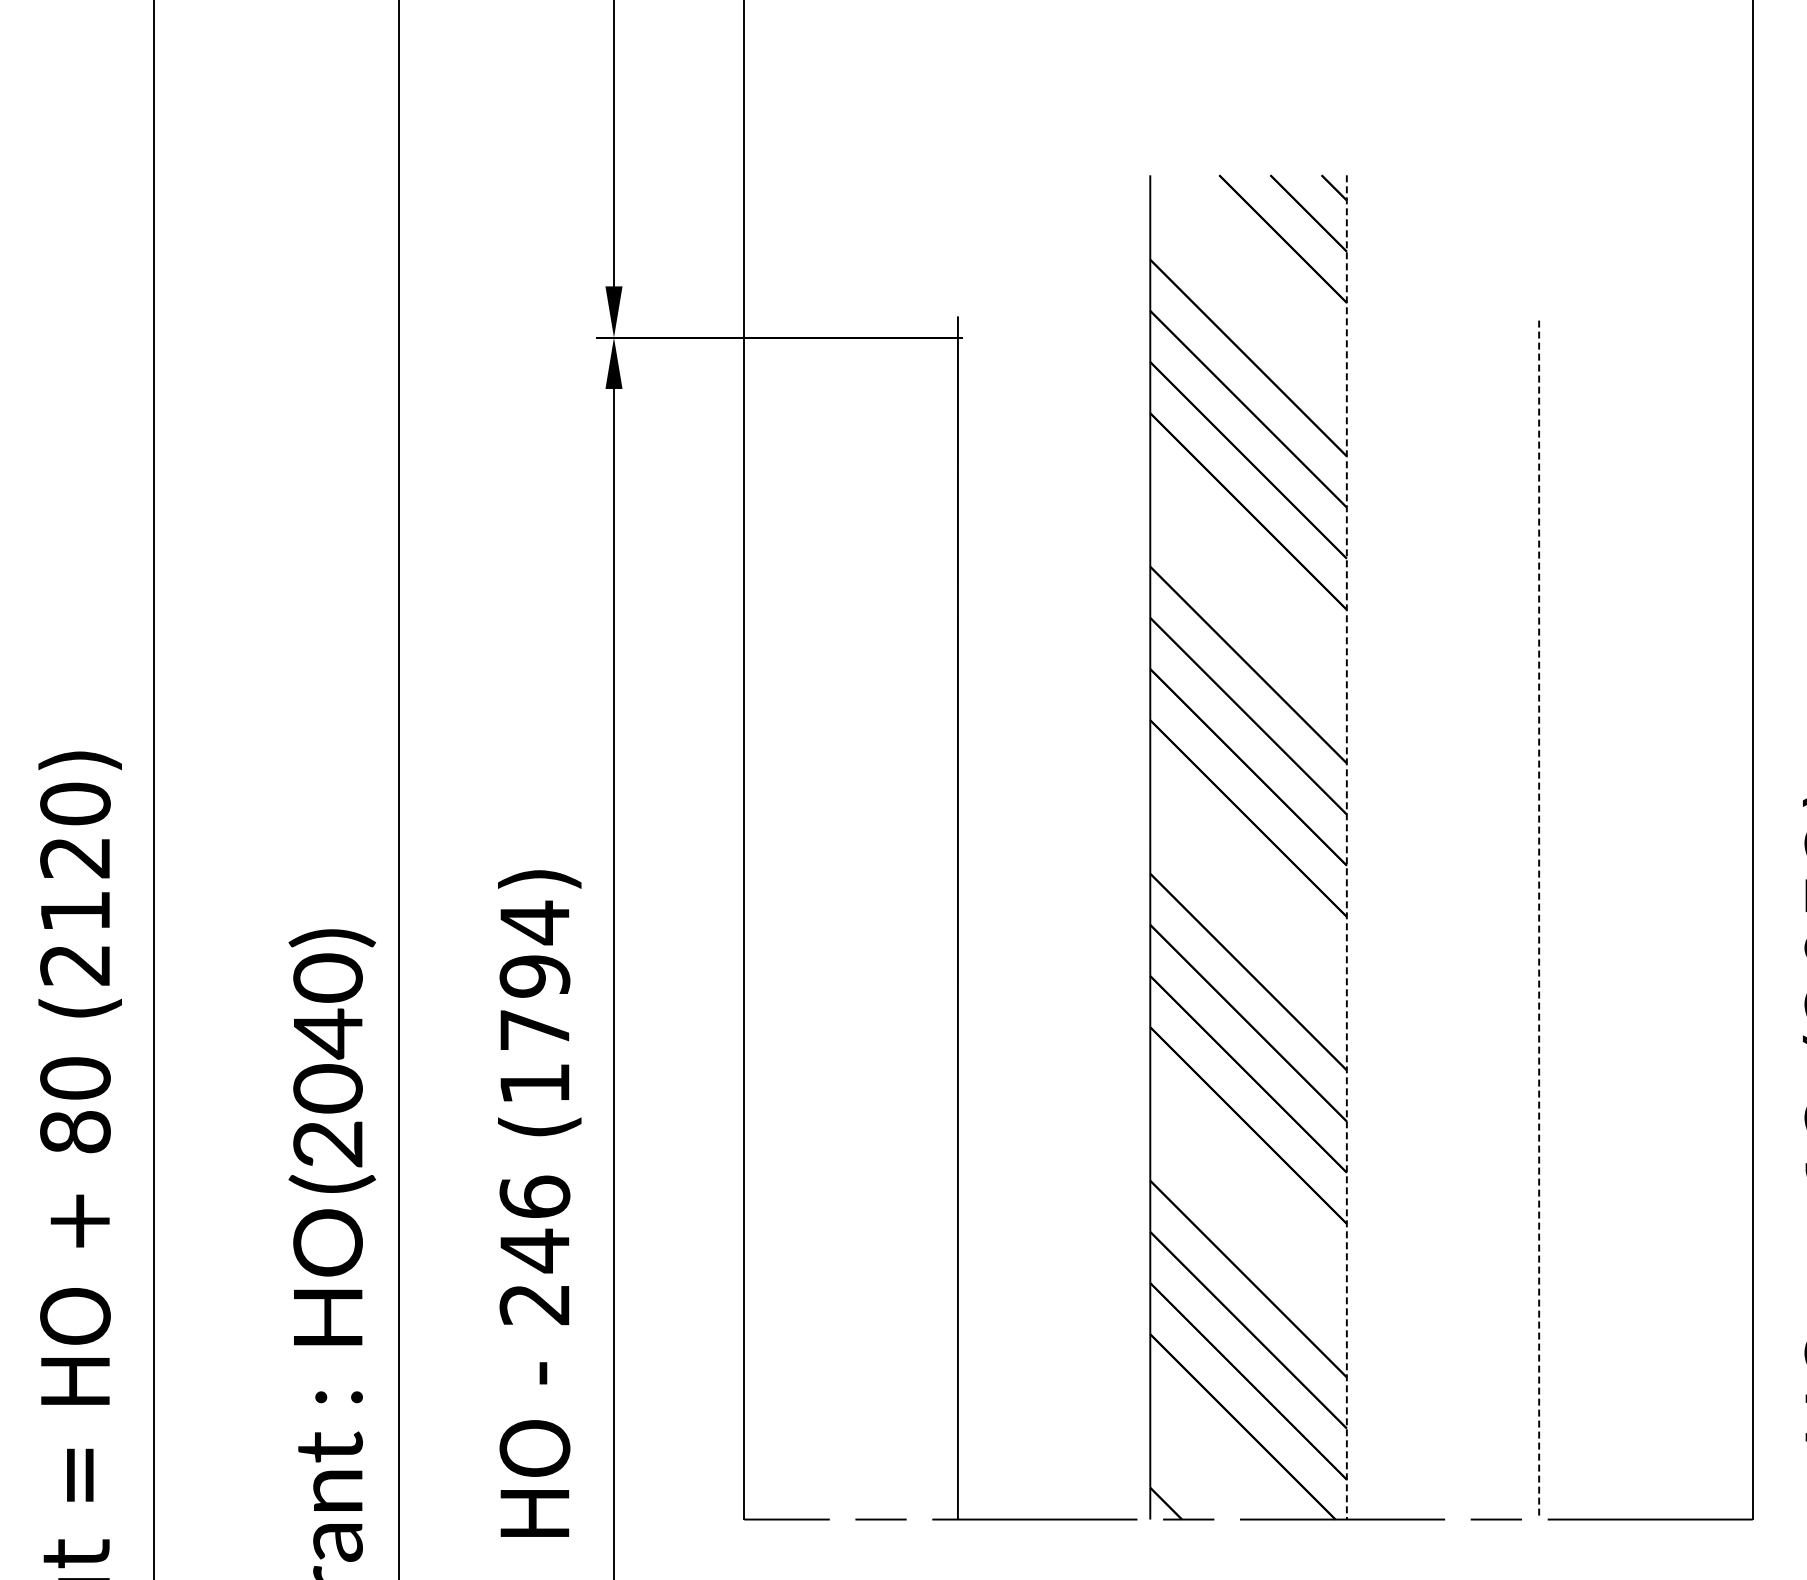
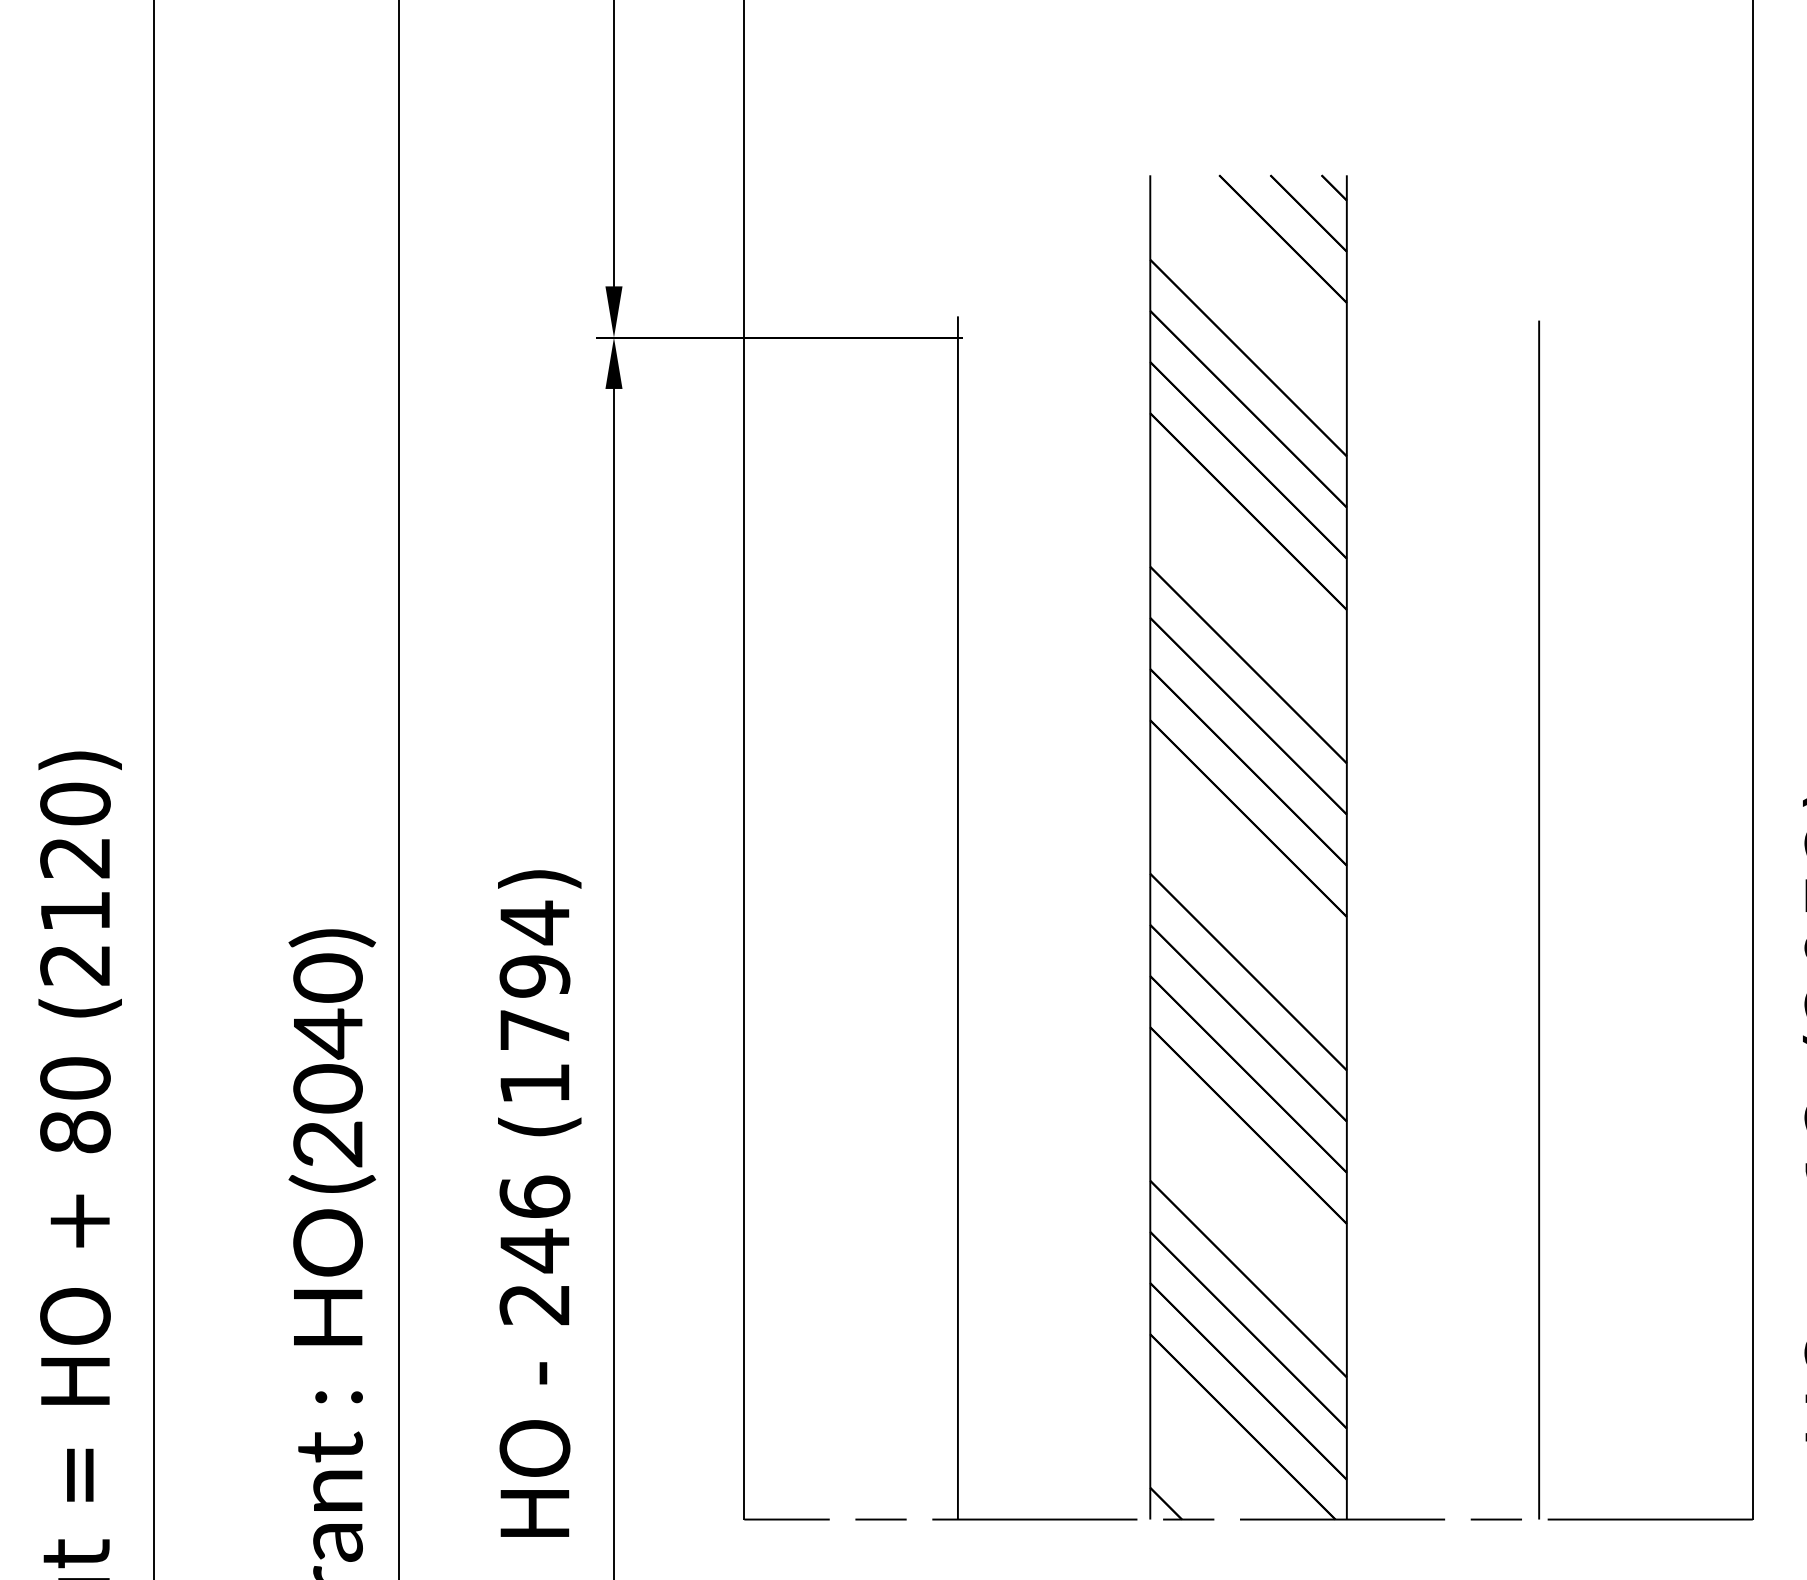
line at (1346, 847): dashed -> solid
line at (1539, 920): dashed -> solid
